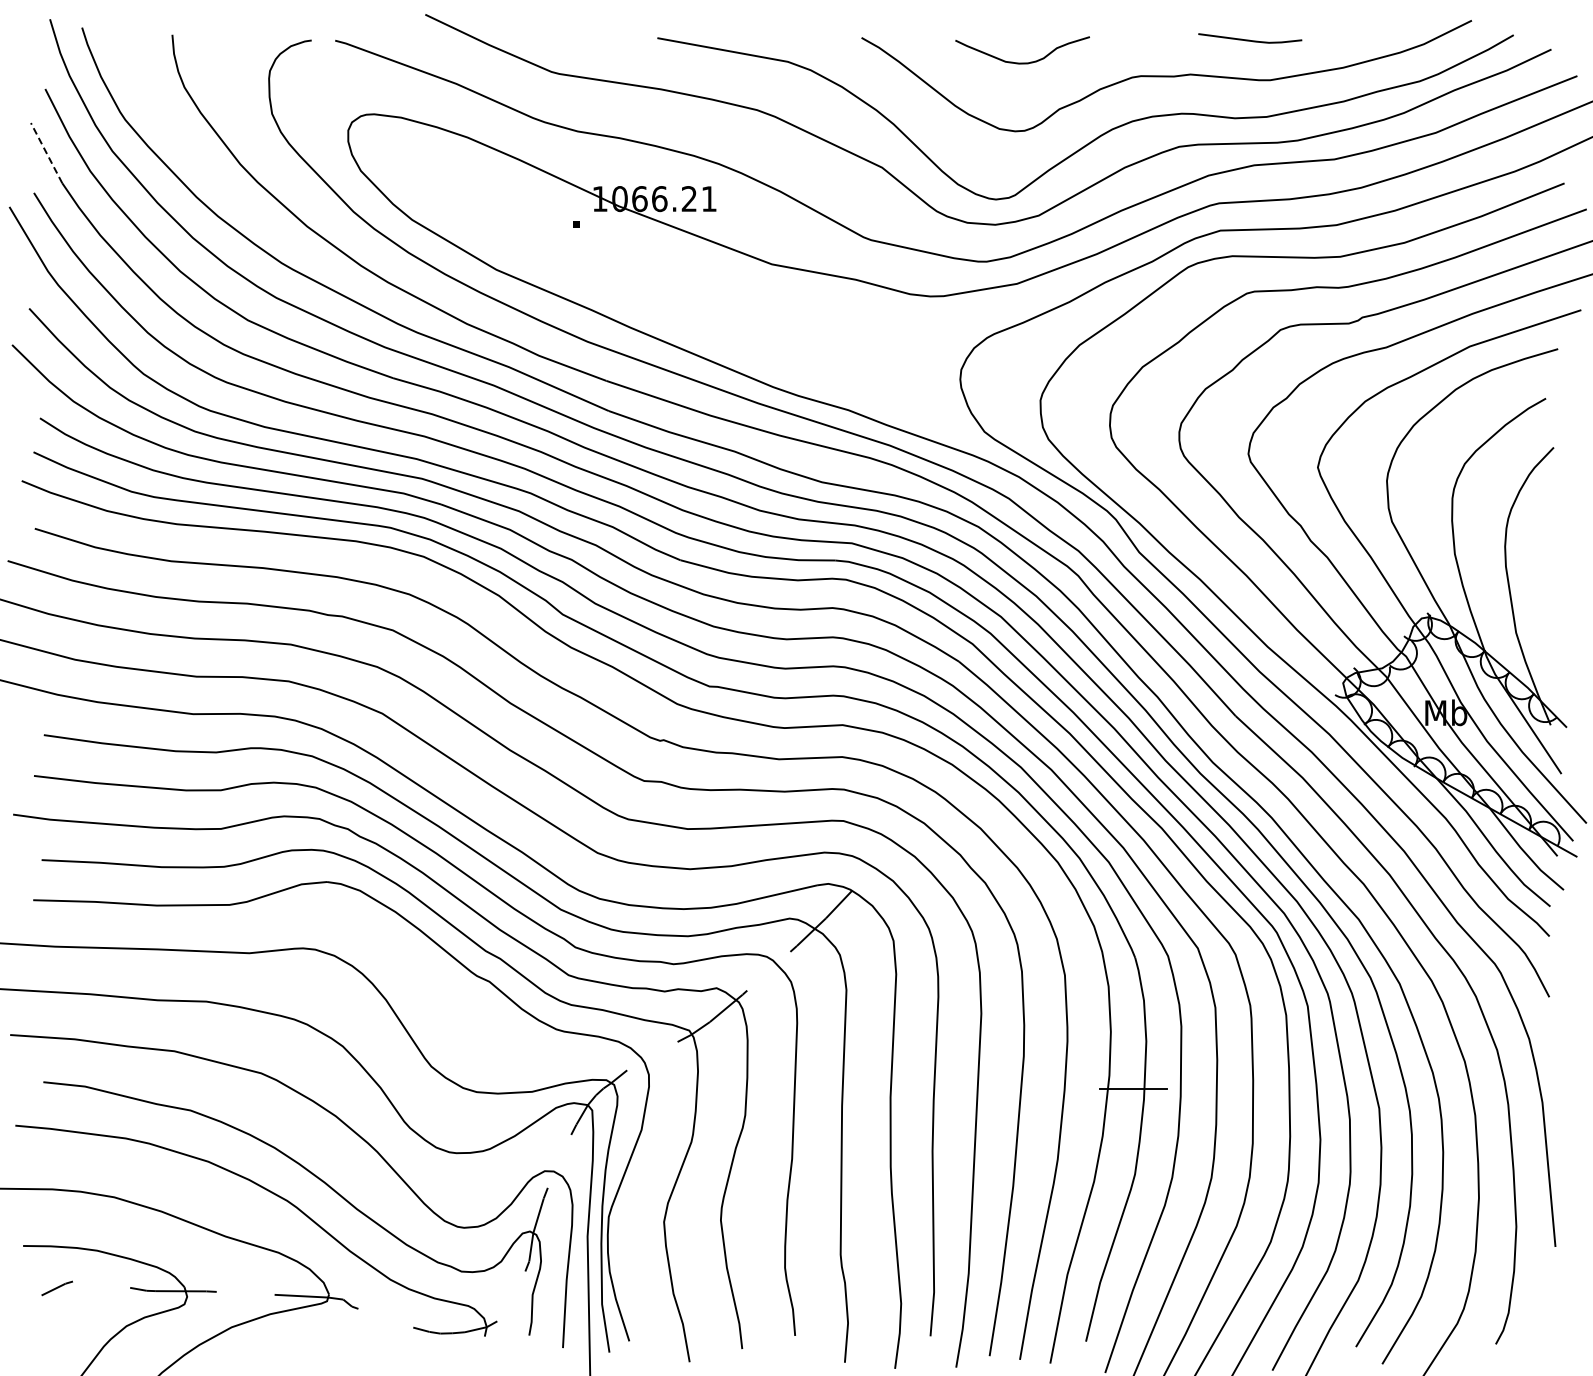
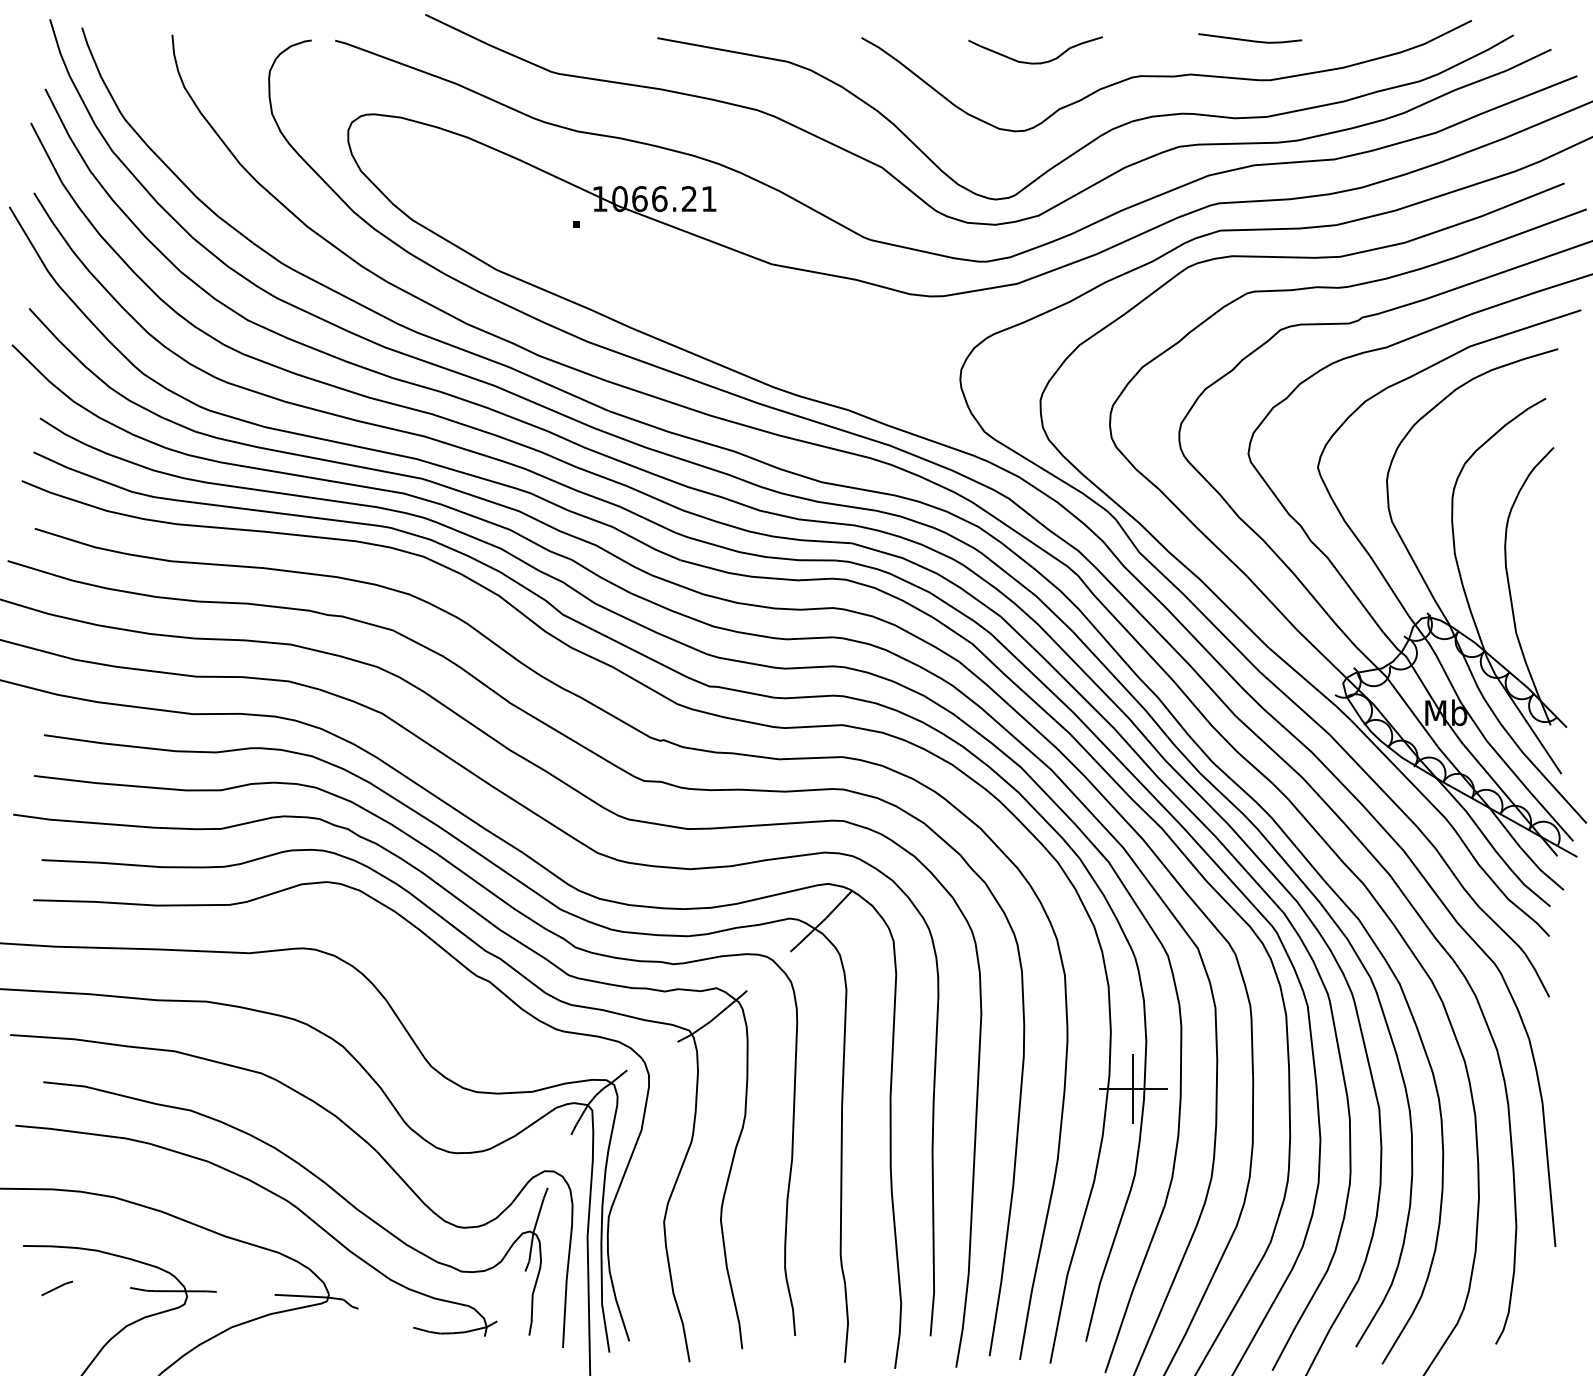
curve at (1022, 62) position: (1022, 62) -> (1035, 62)
line at (46, 153): dashed -> solid
line at (1133, 1088): none -> present
